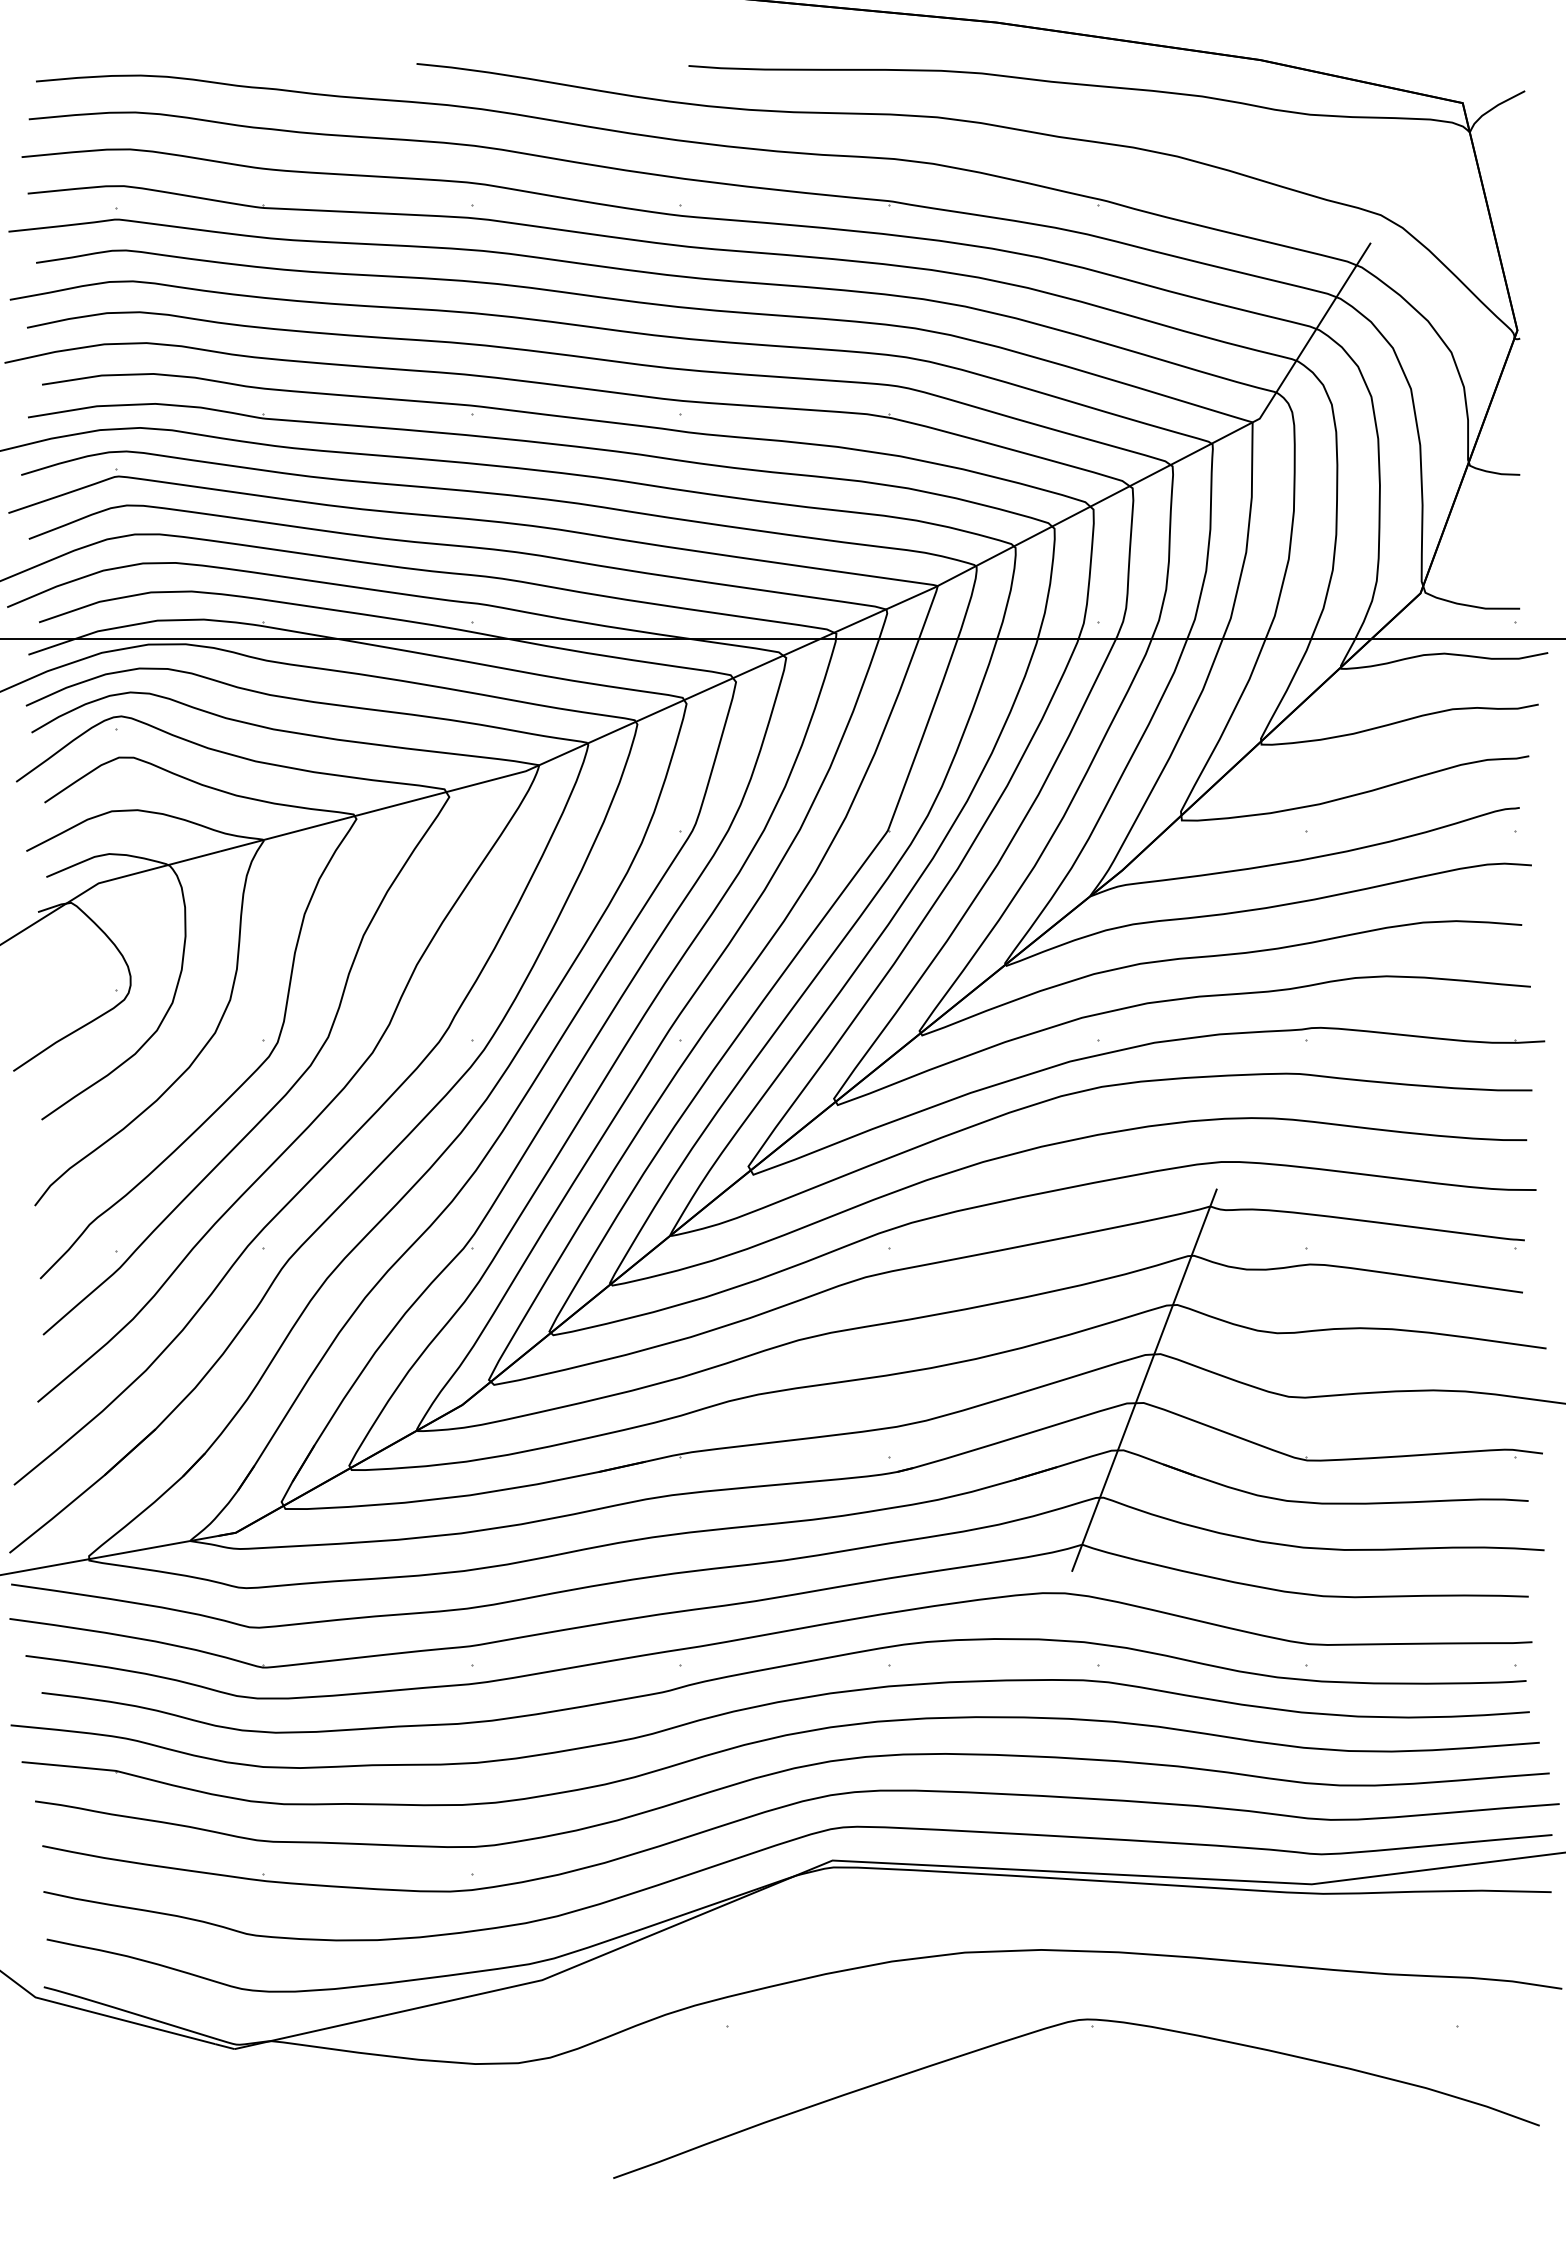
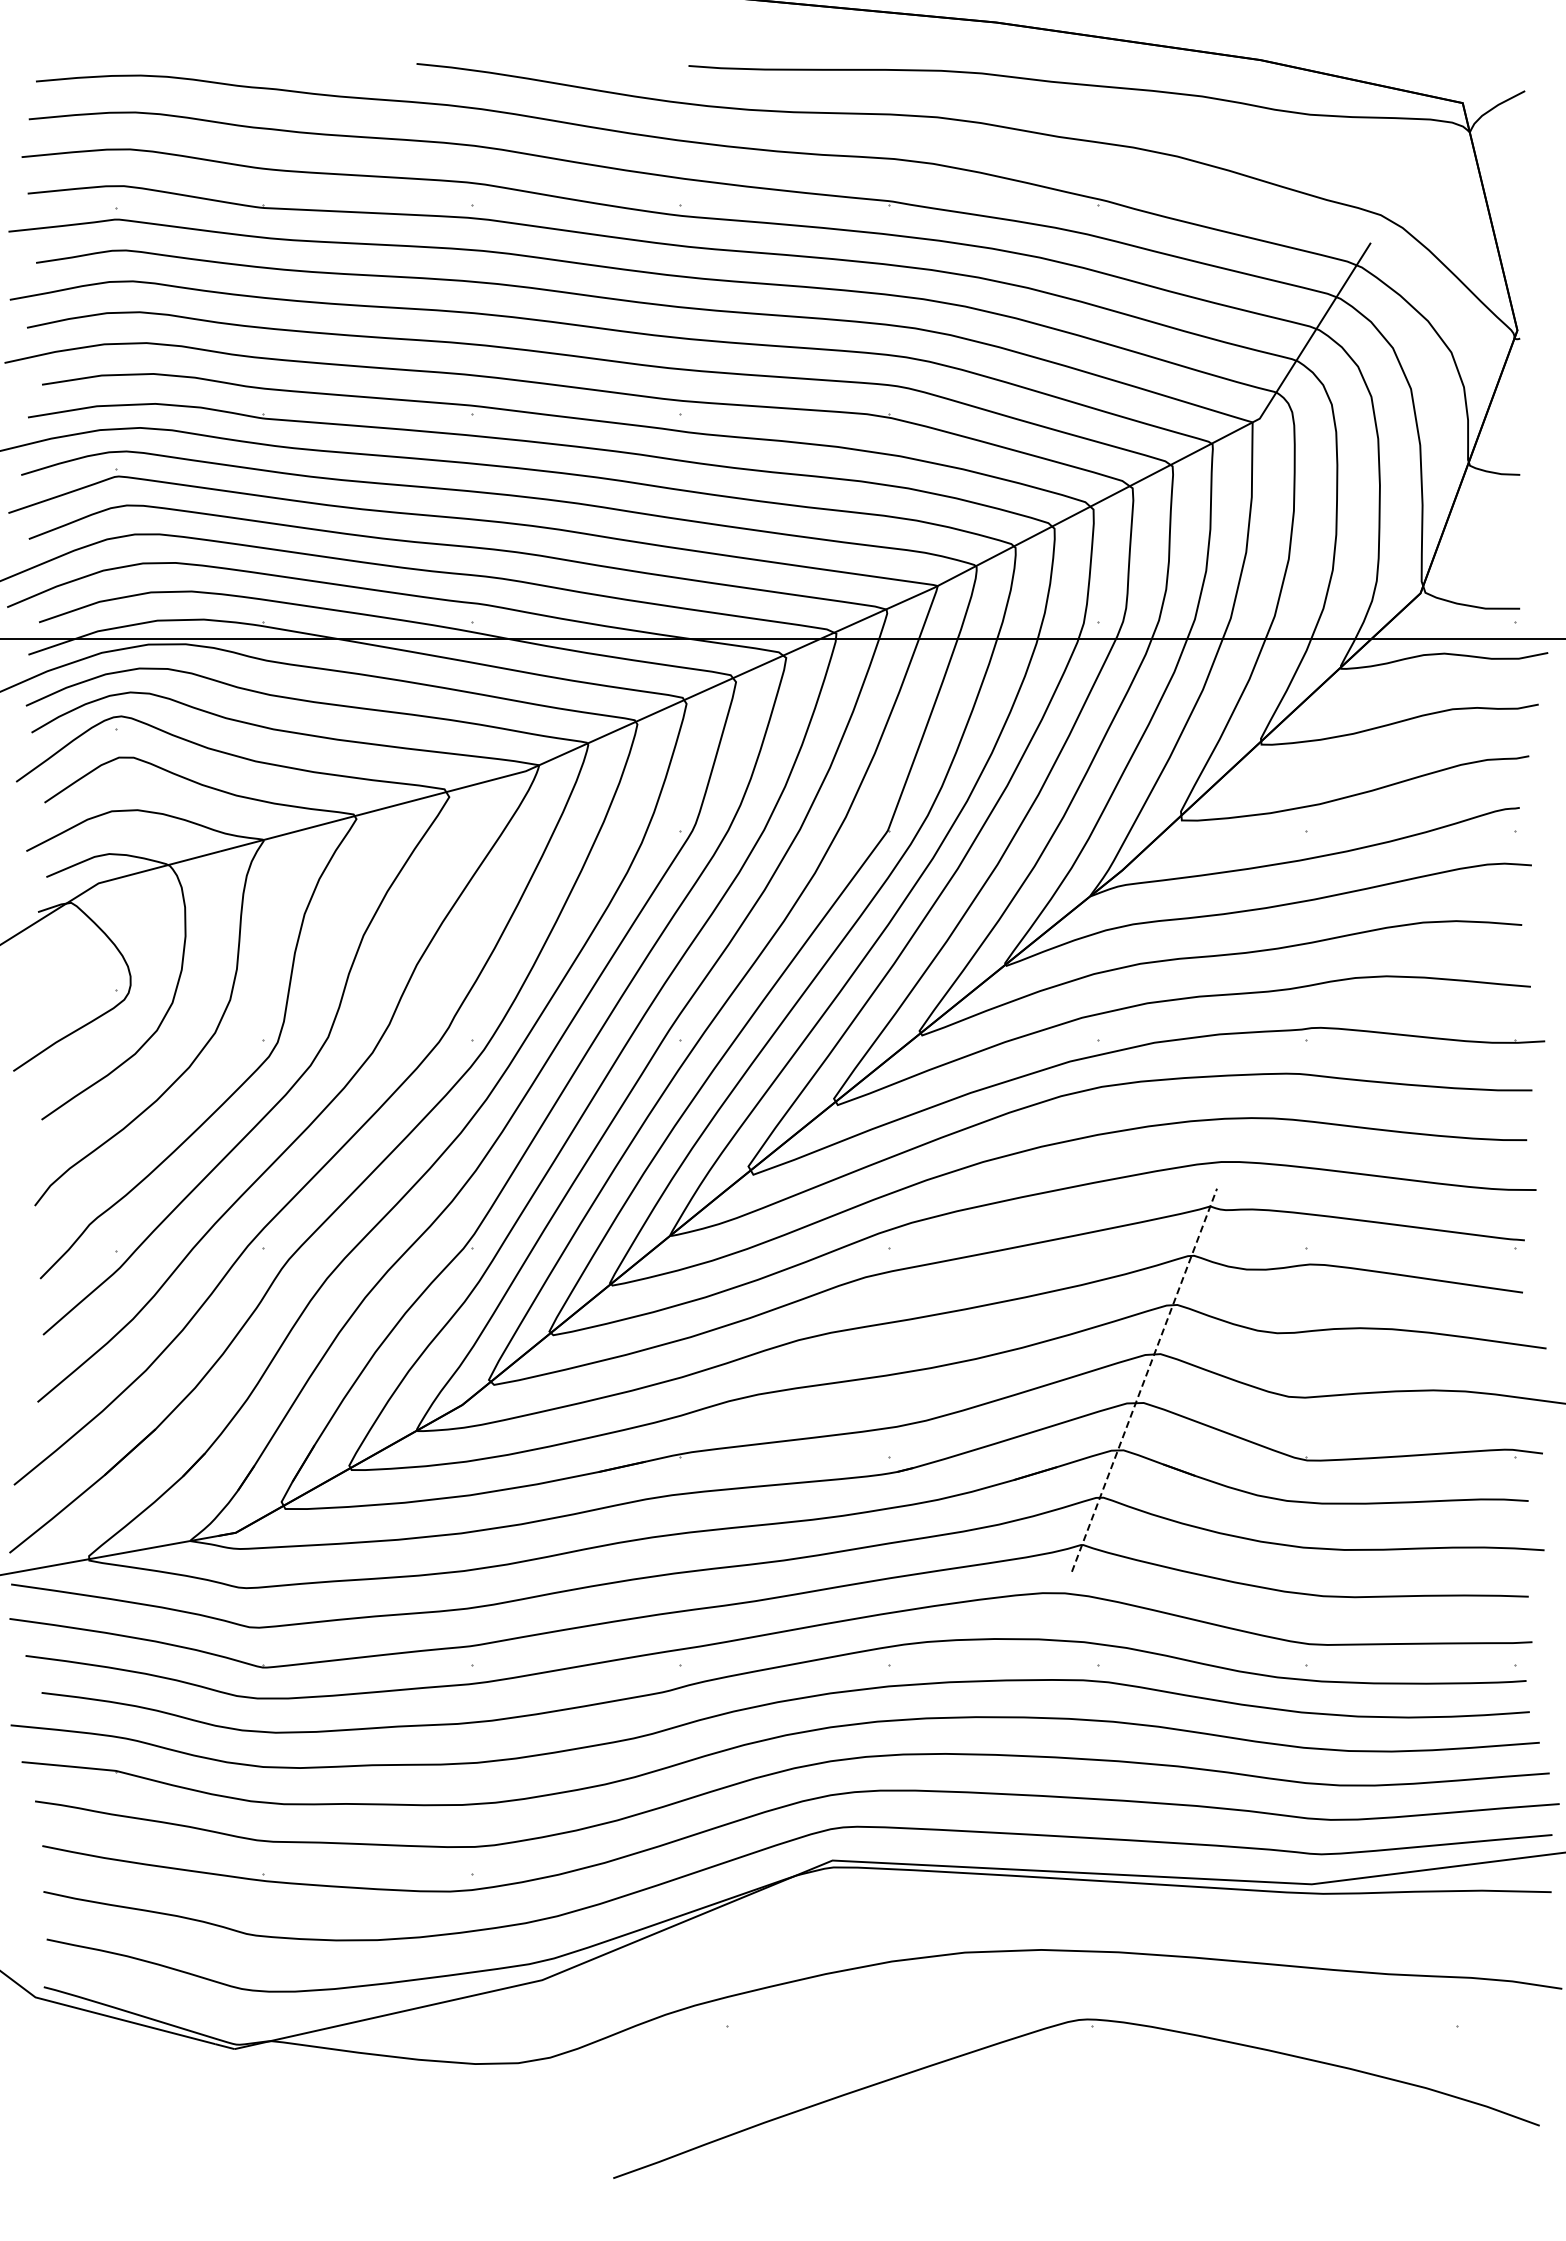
line at (1144, 1380): solid -> dashed
